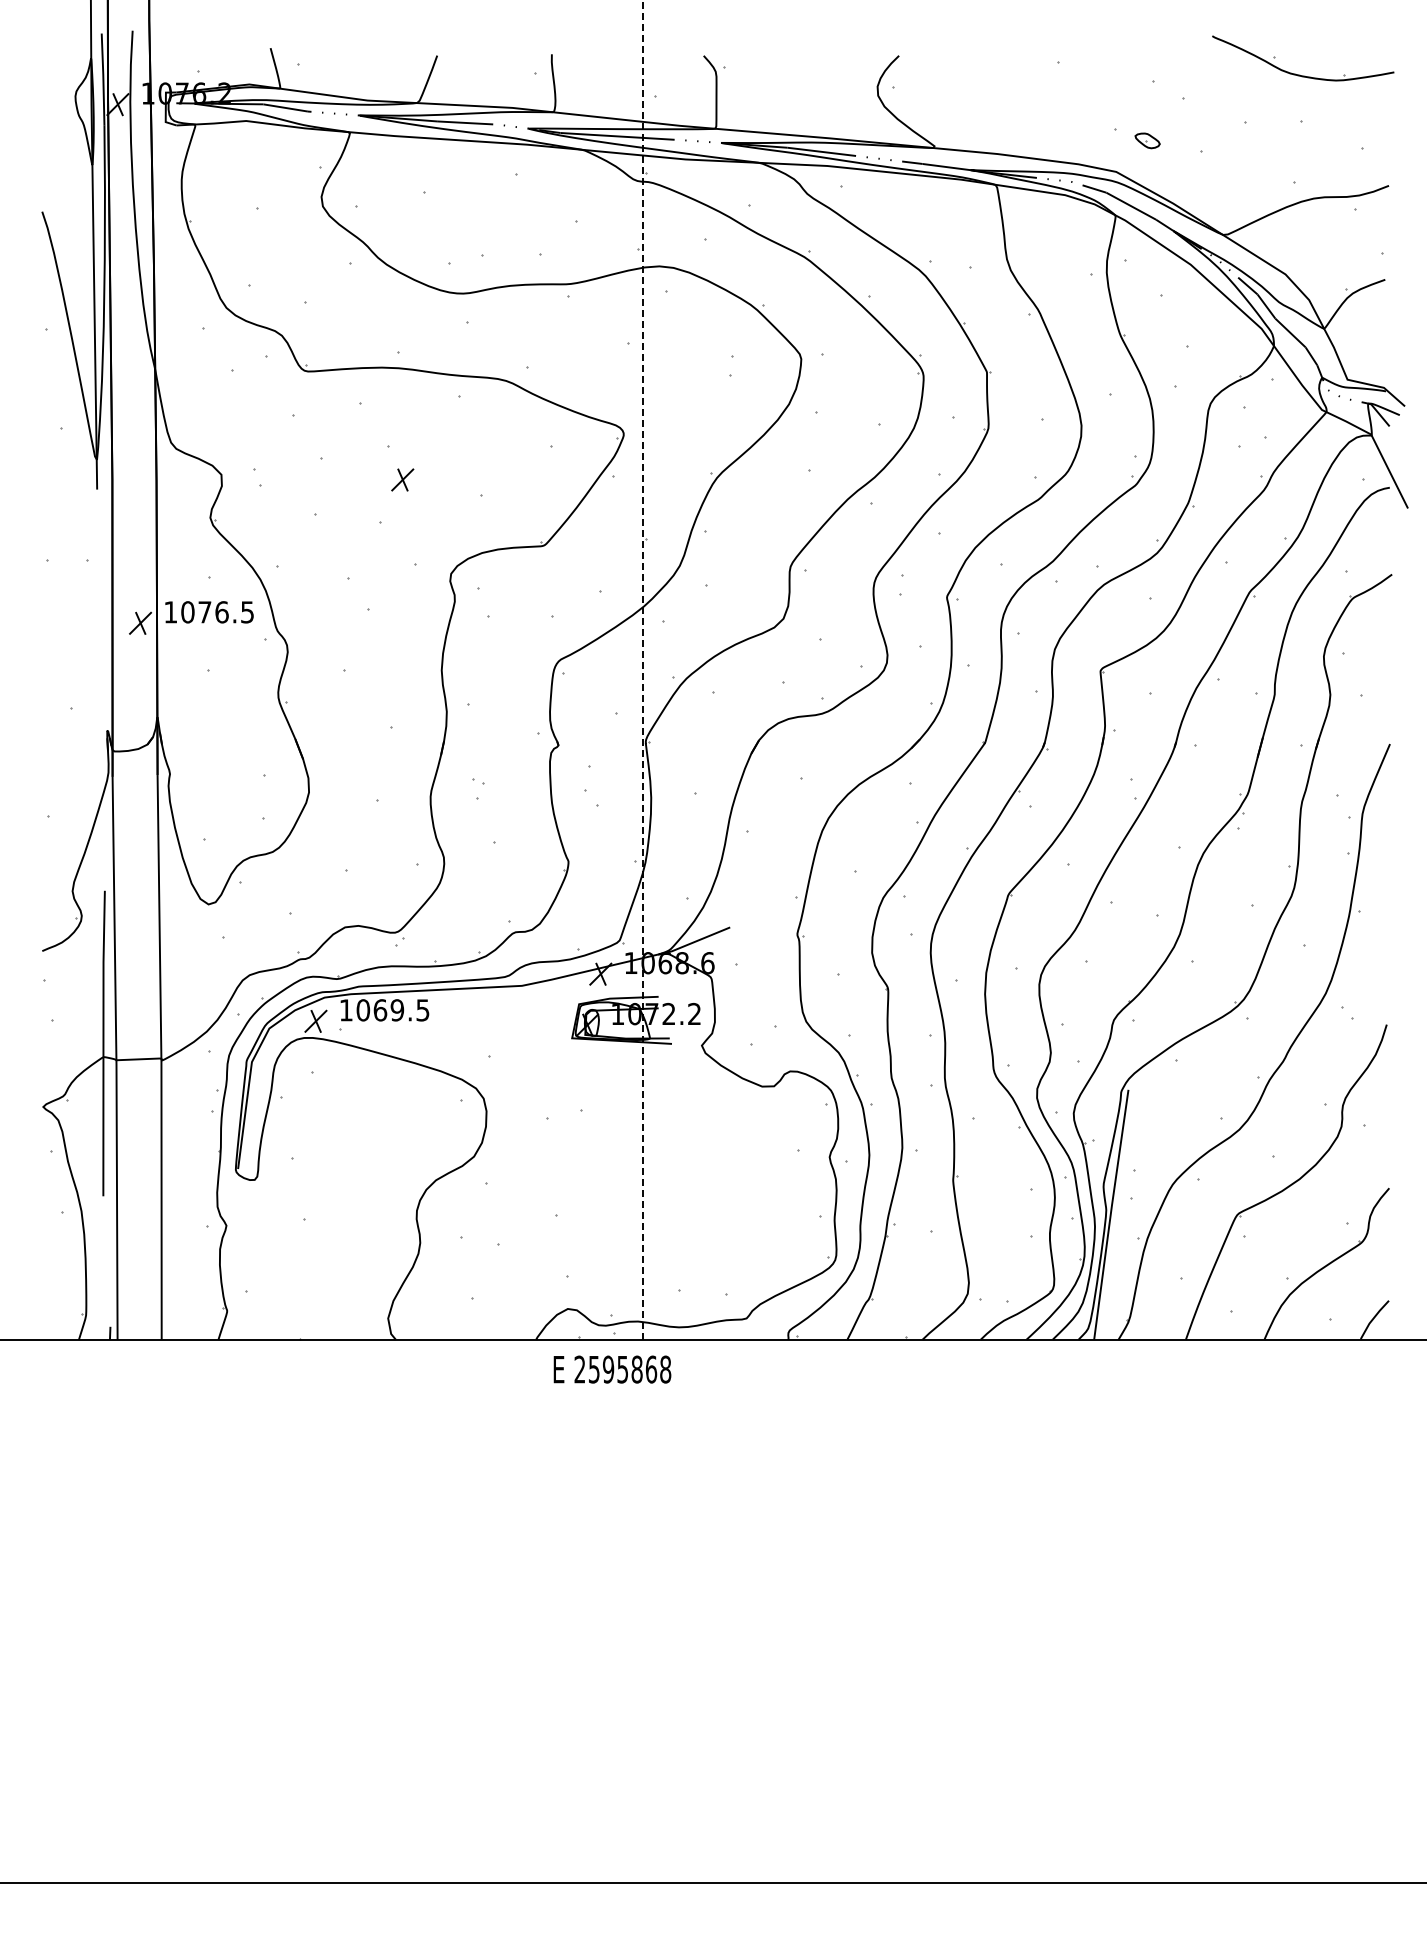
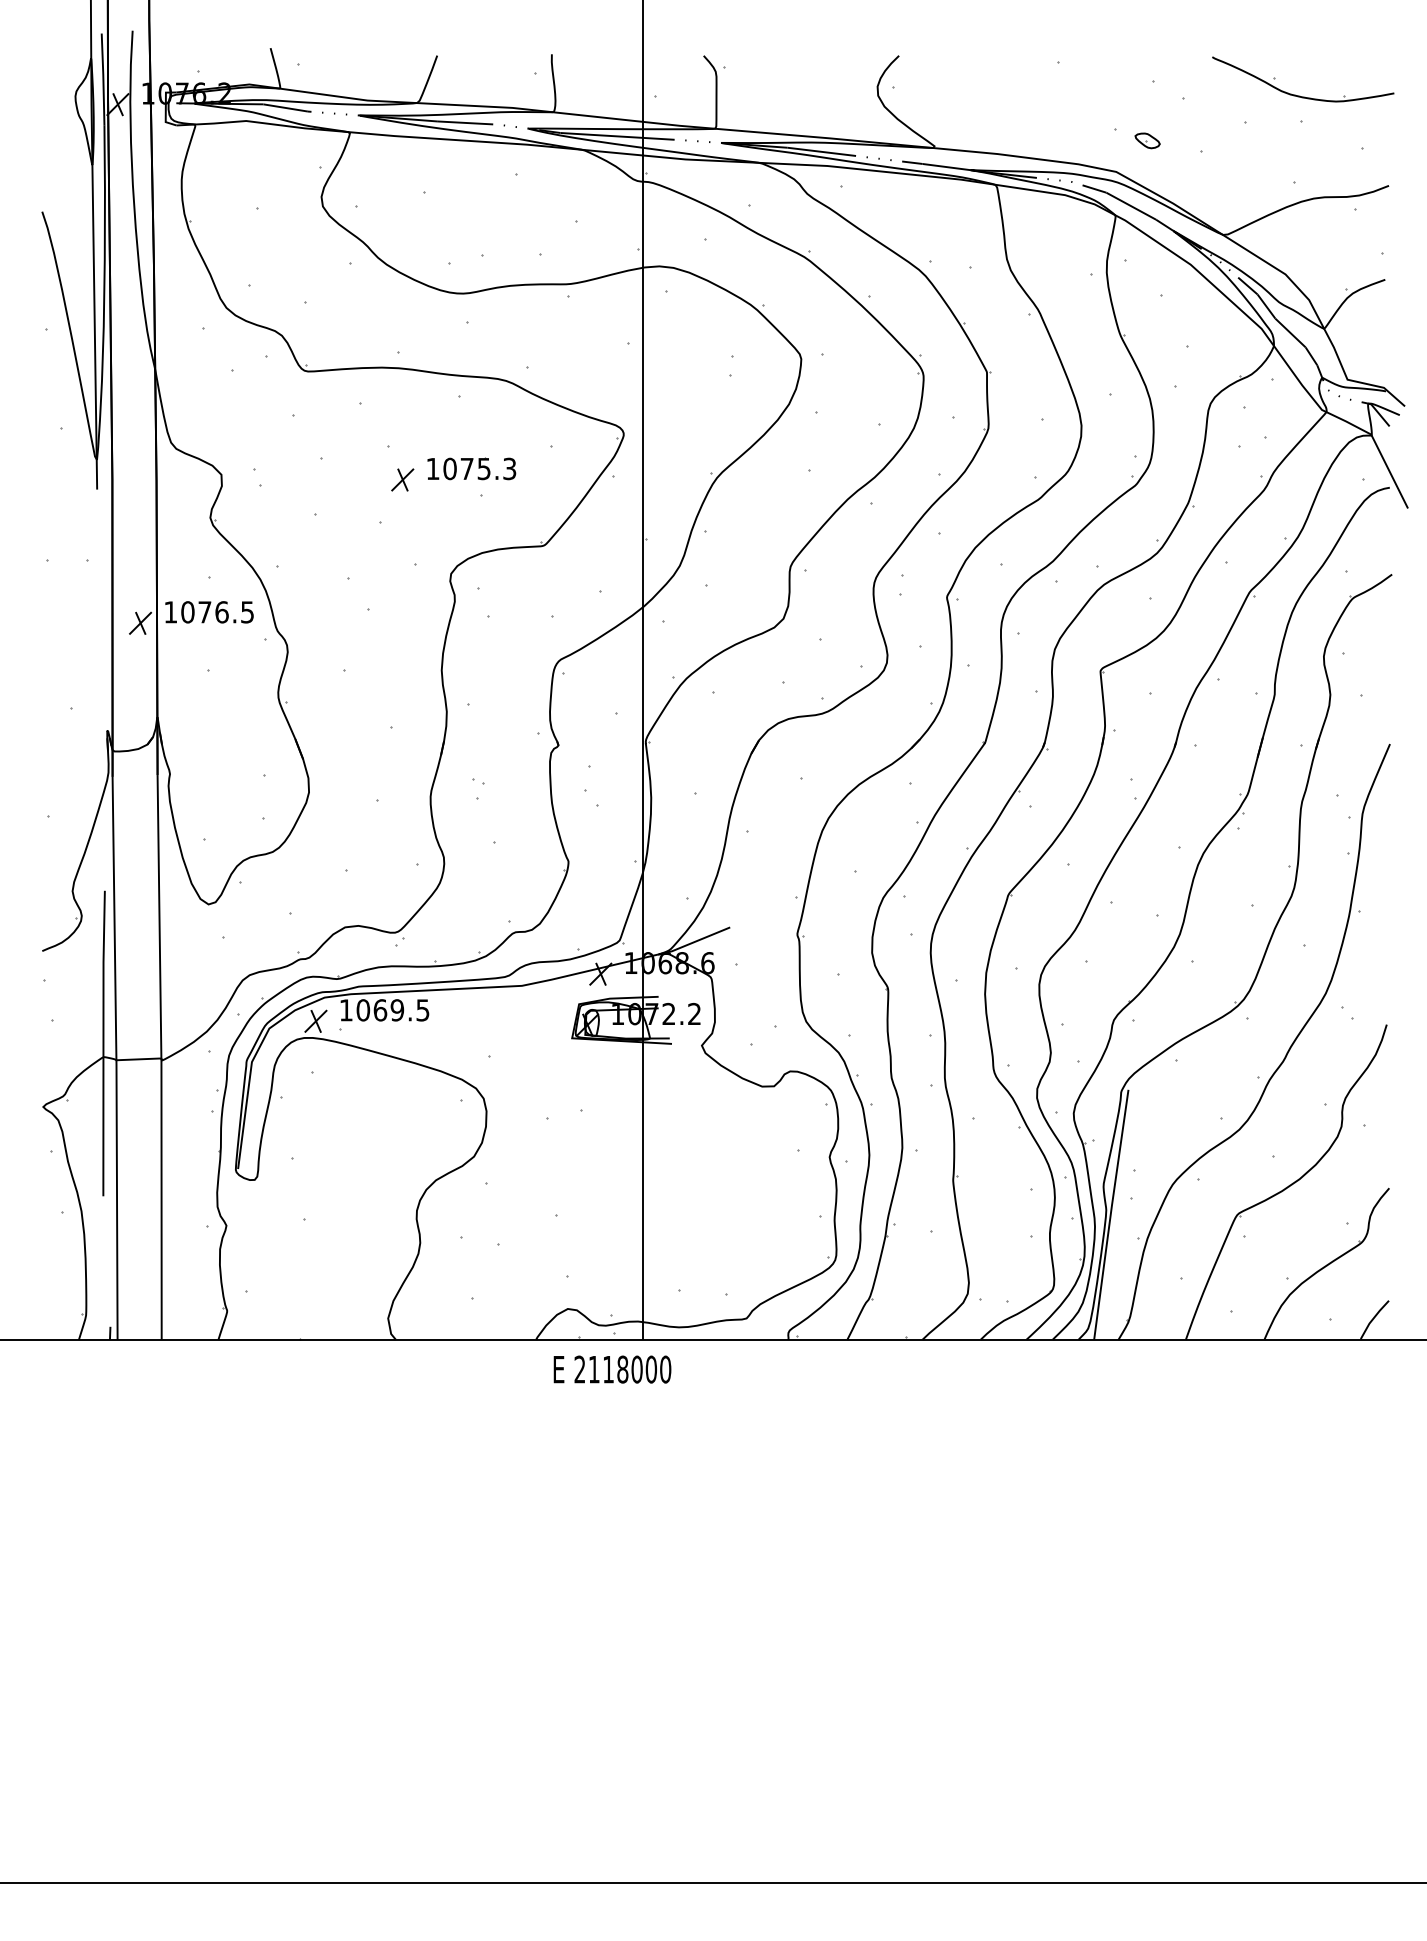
part at (1299, 74) position: (1299, 74) -> (1299, 95)
part at (471, 468): none -> present
line at (642, 669): dashed -> solid
text at (630, 1369): 2595868 -> 2118000
